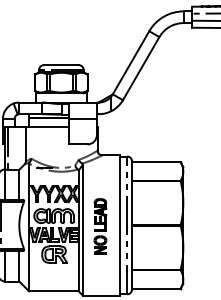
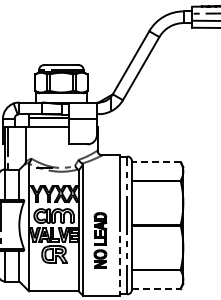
line at (155, 162): solid -> dashed
part at (100, 226) position: (100, 226) -> (100, 240)
line at (120, 261): solid -> dashed
line at (156, 288): solid -> dashed
